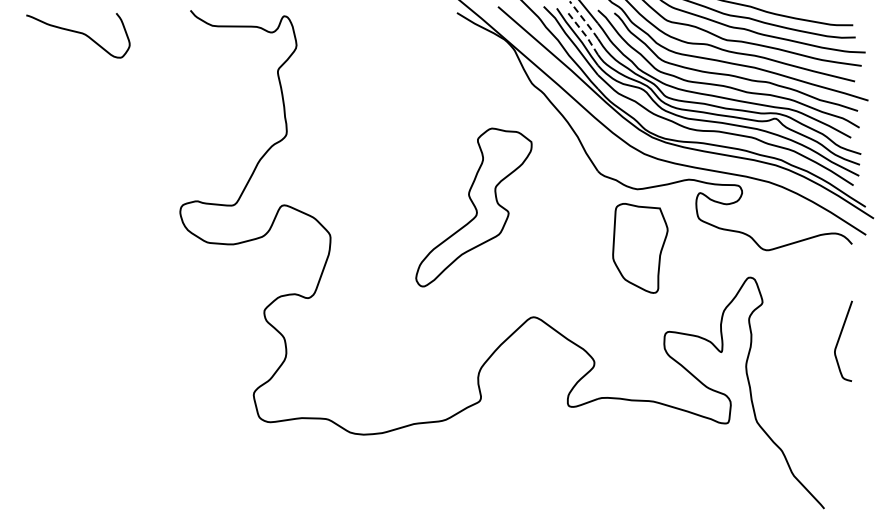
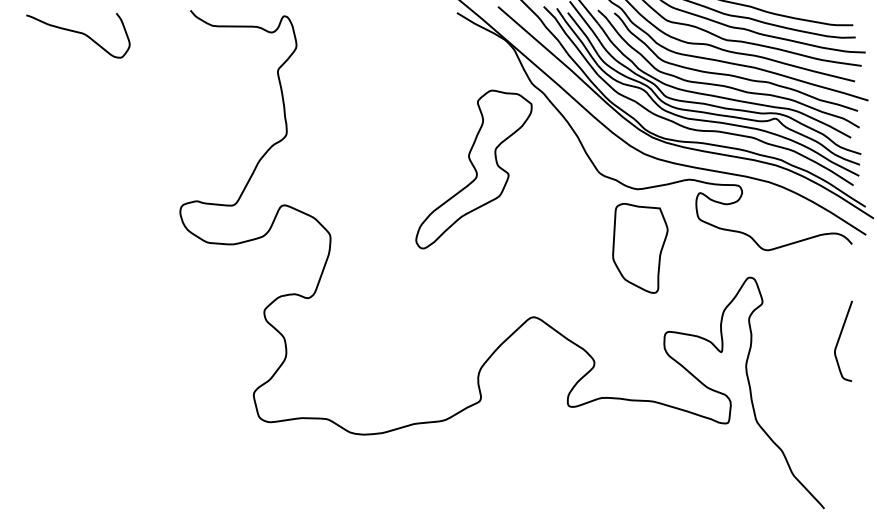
line at (584, 20): dashed -> solid
line at (584, 33): dashed -> solid
part at (473, 207) position: (473, 207) -> (473, 169)
